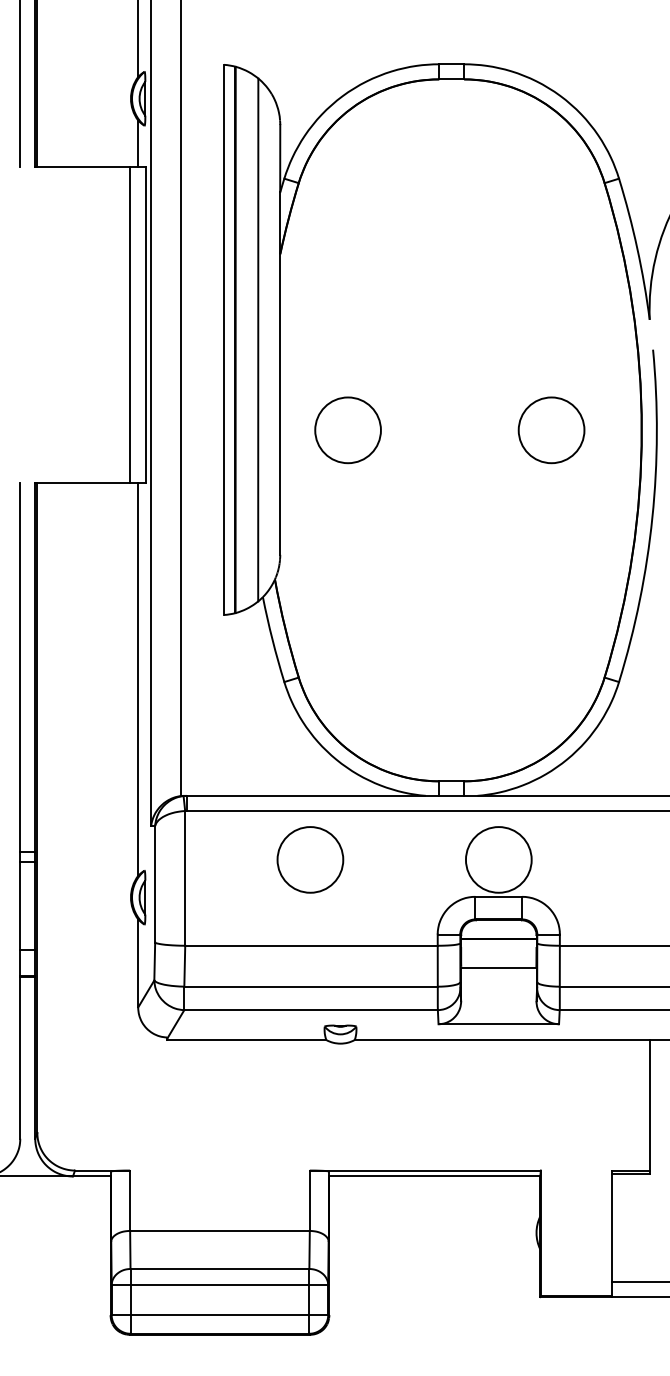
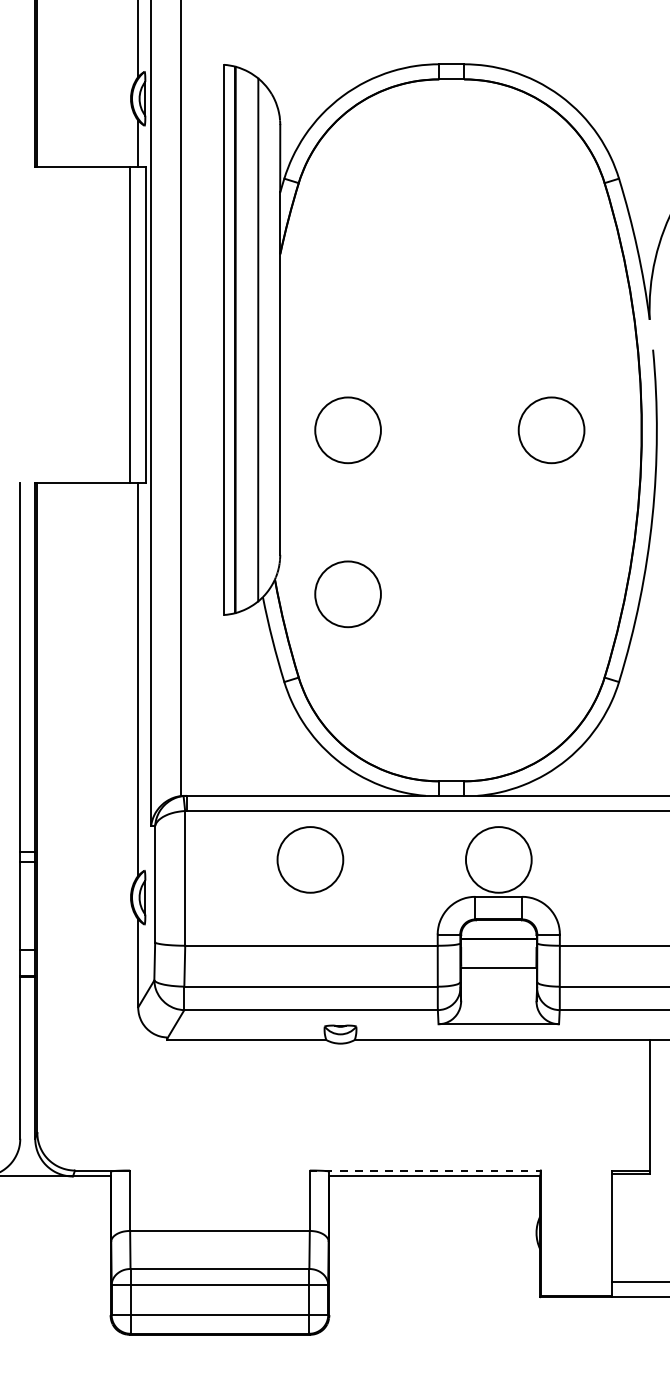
line at (20, 84): present -> none
circle at (347, 594): none -> present
line at (425, 1170): solid -> dashed
